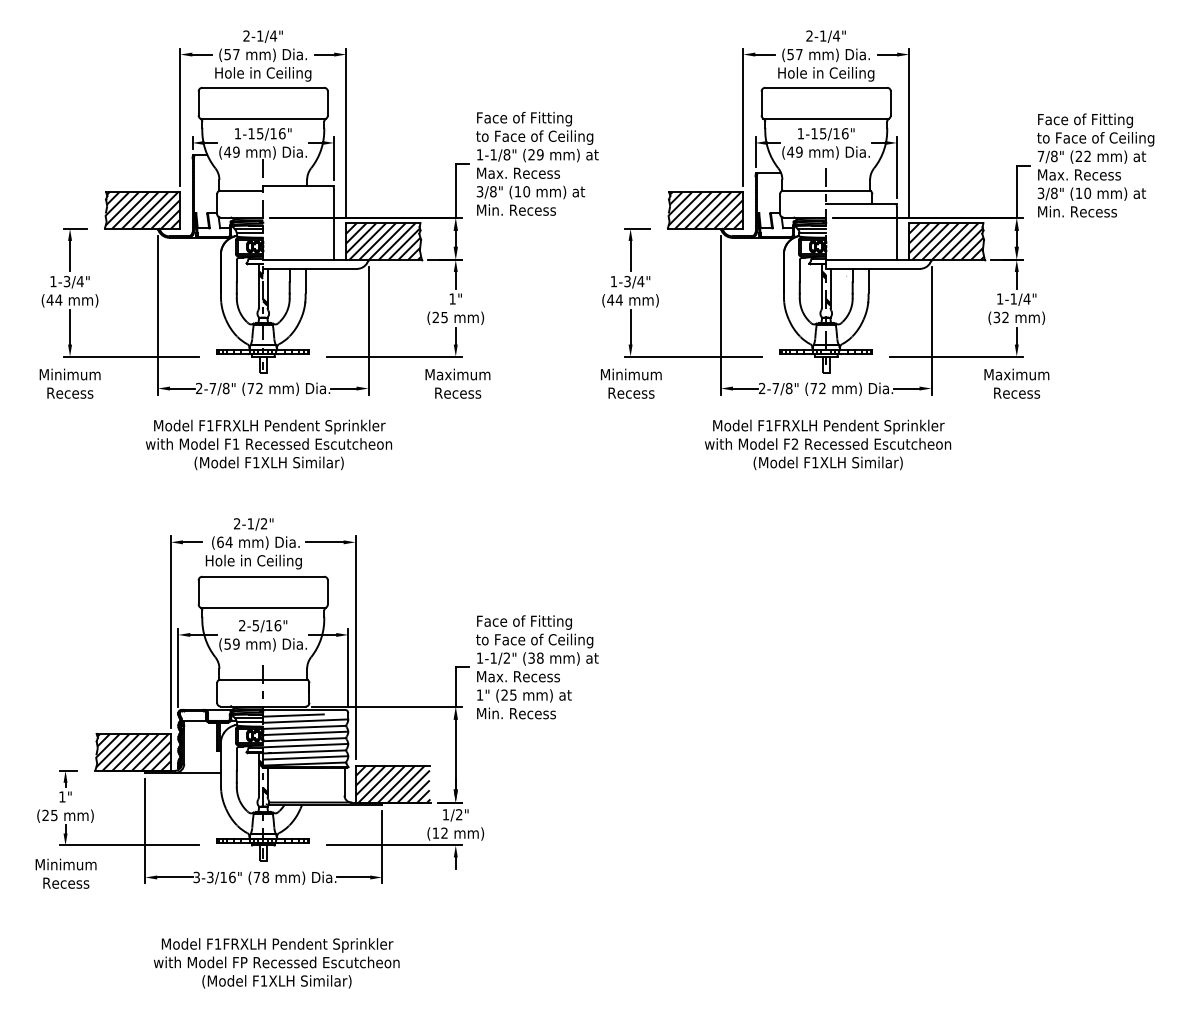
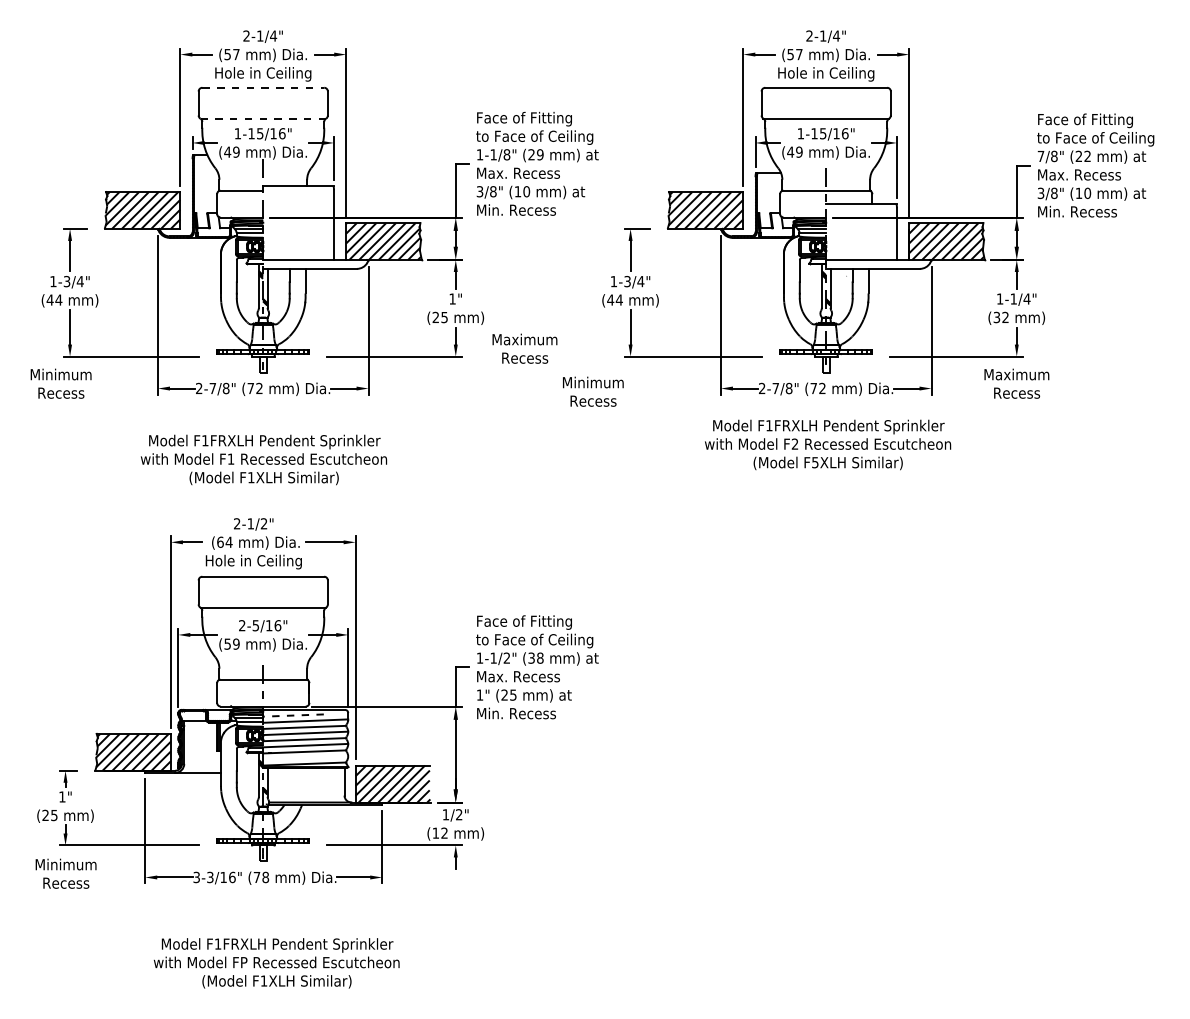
line at (263, 87): solid -> dashed
line at (263, 118): solid -> dashed
text at (69, 383) position: (69, 383) -> (60, 383)
text at (457, 383) position: (457, 383) -> (524, 348)
text at (631, 383) position: (631, 383) -> (593, 391)
text at (269, 444) position: (269, 444) -> (264, 459)
text at (815, 462): F1XLH -> F5XLH
line at (293, 715): solid -> dashed
line at (305, 757): present -> none
